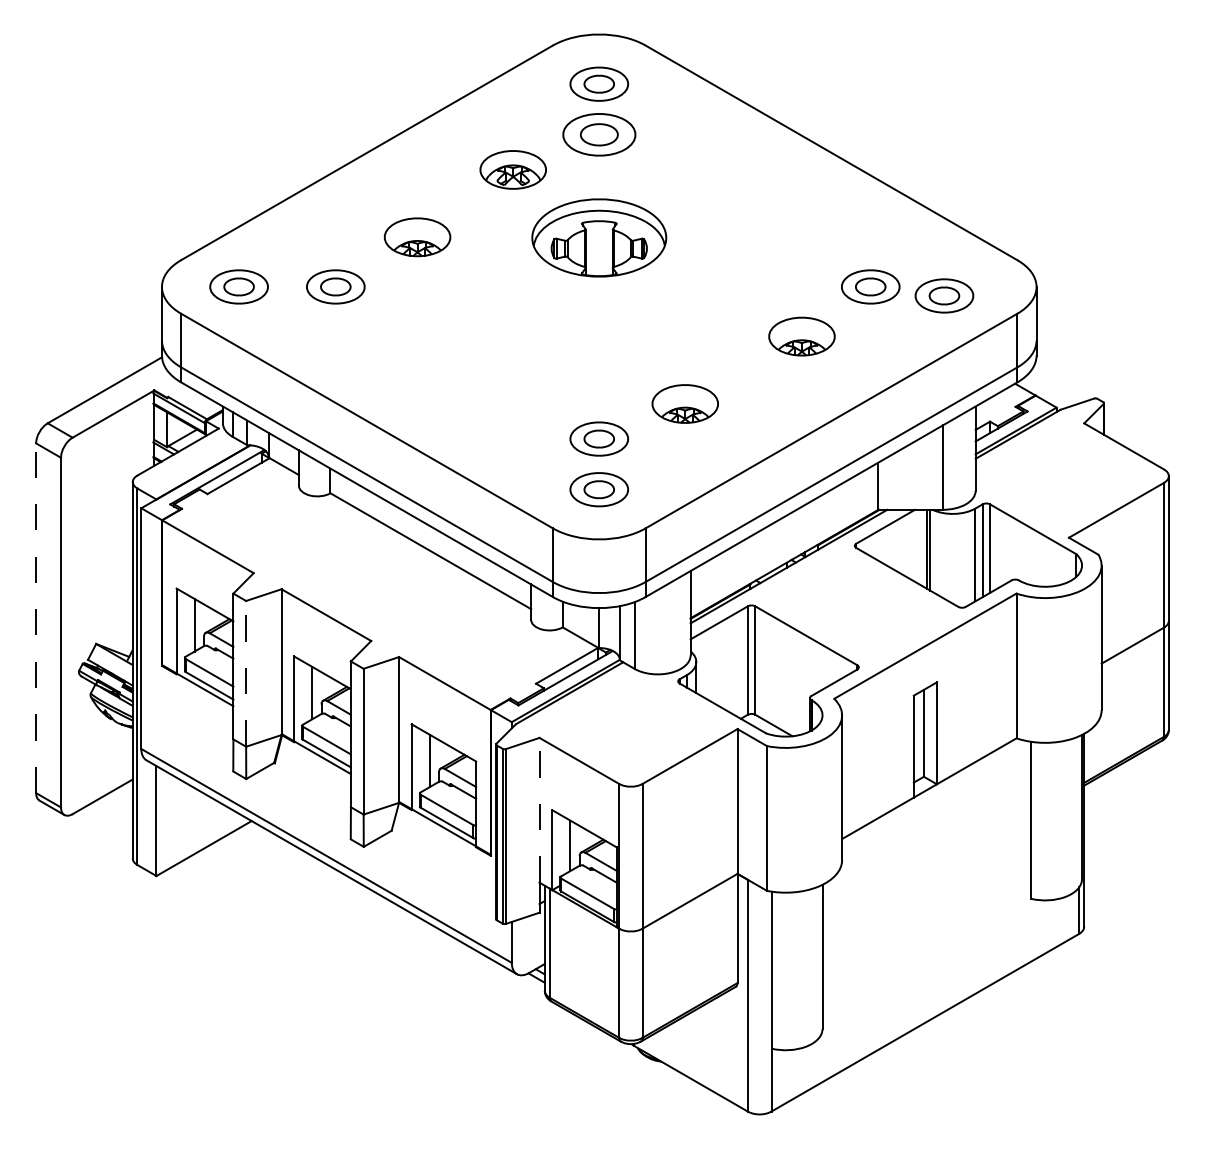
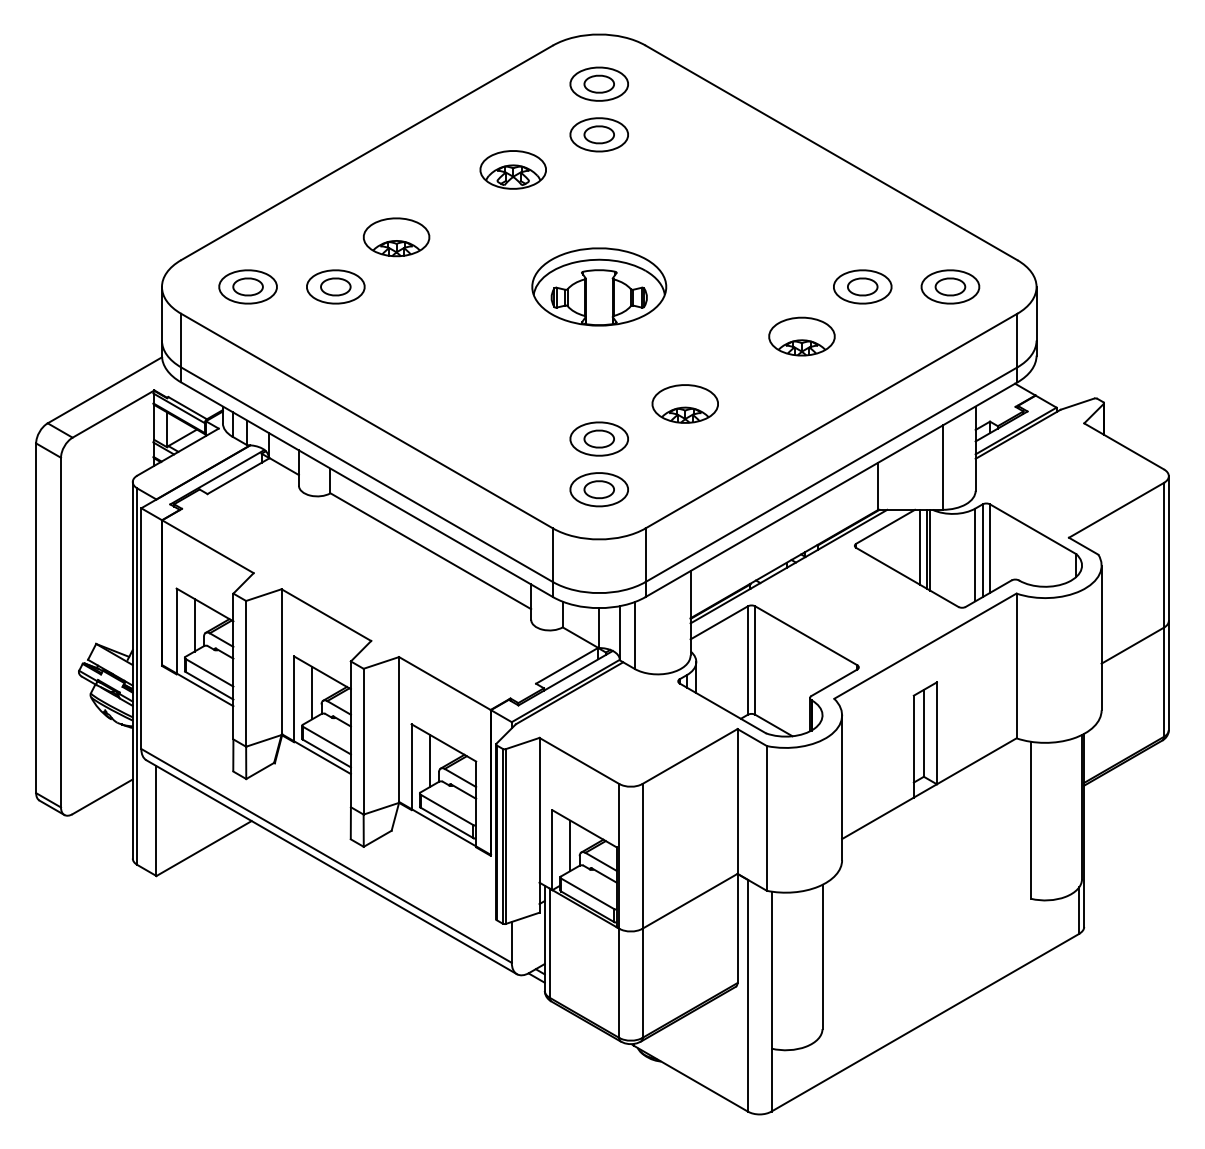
part at (599, 134) size: 75x44 px -> 60x36 px
part at (417, 237) position: (417, 237) -> (396, 237)
part at (599, 237) position: (599, 237) -> (599, 286)
part at (238, 286) position: (238, 286) -> (247, 286)
part at (870, 286) position: (870, 286) -> (862, 286)
part at (944, 295) position: (944, 295) -> (950, 286)
line at (920, 546): none -> present
line at (36, 618): dashed -> solid
line at (246, 673): dashed -> solid
line at (539, 809): dashed -> solid
